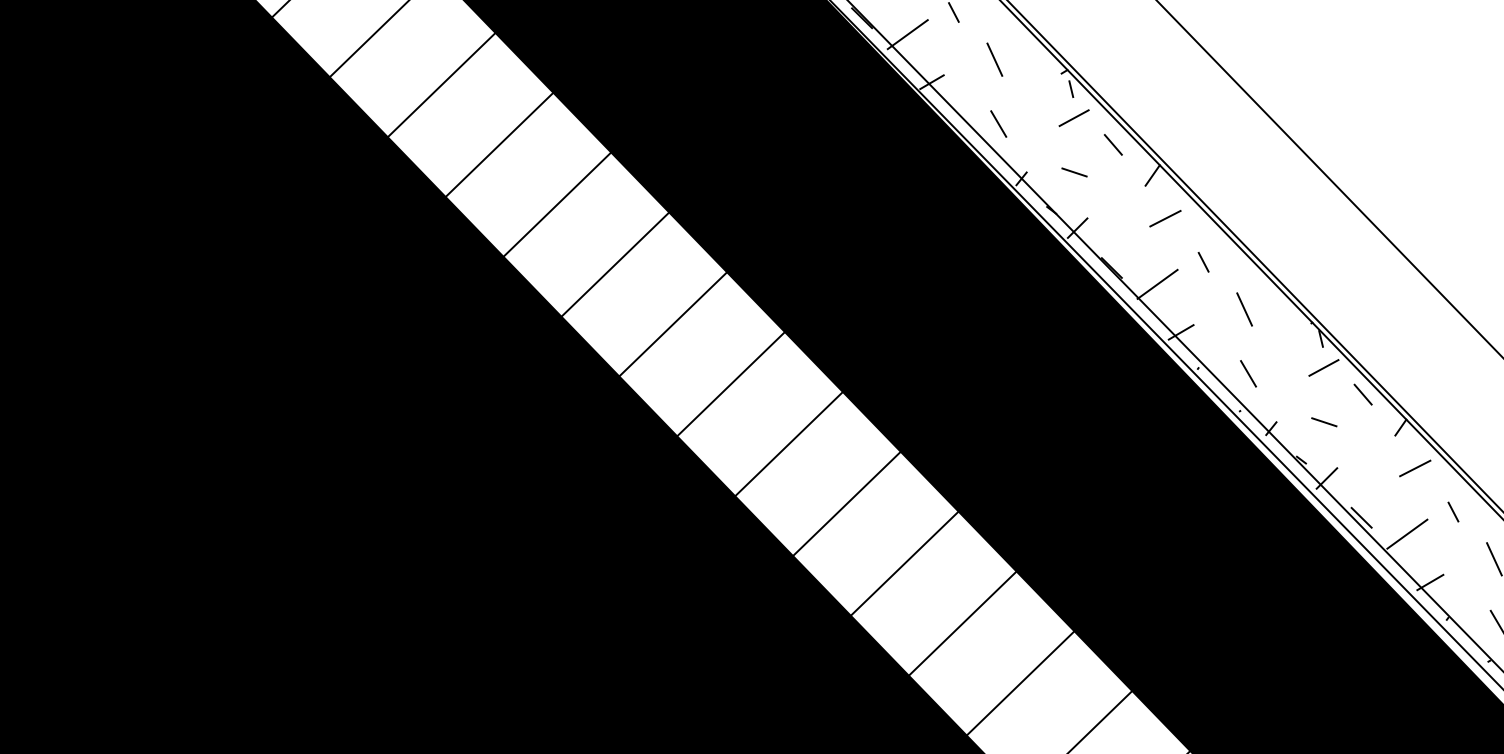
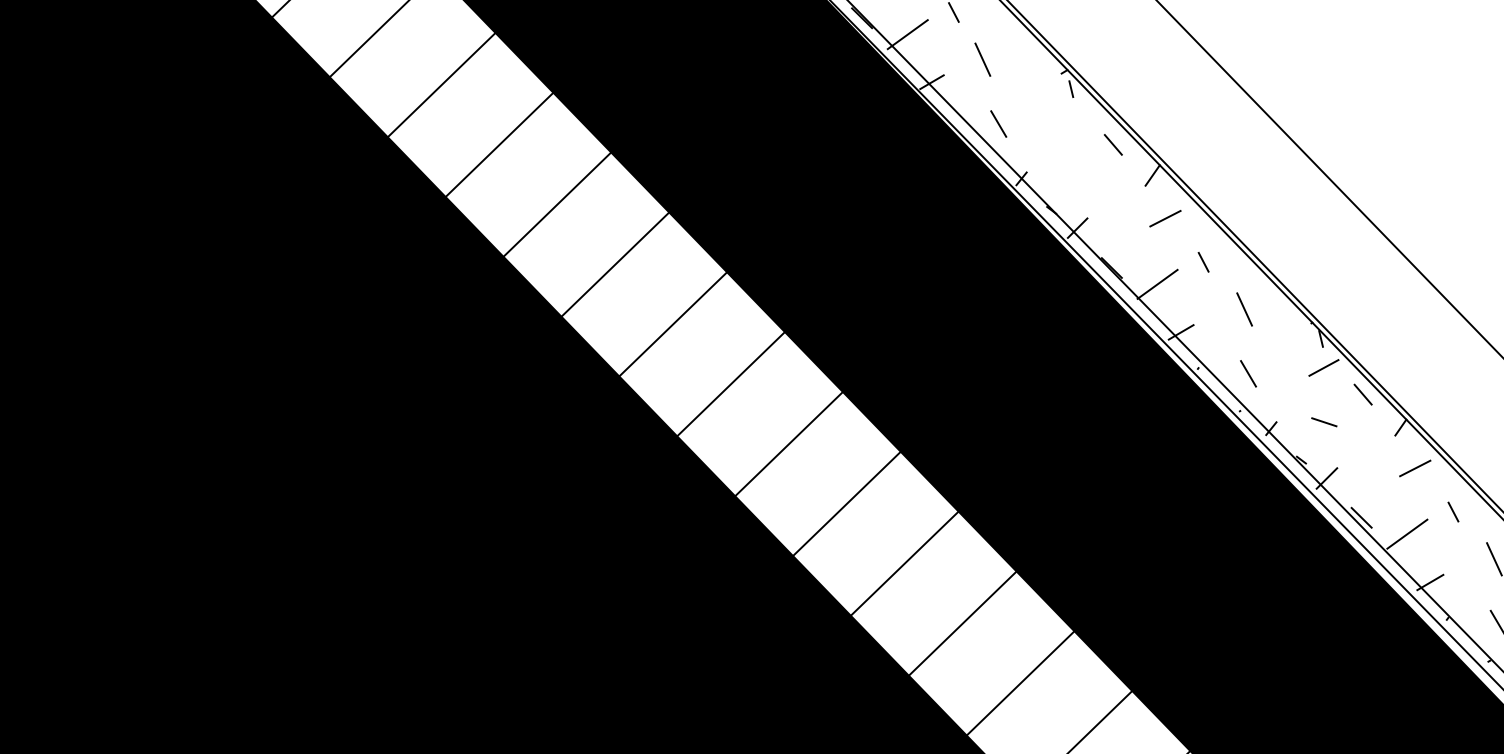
line at (994, 59) position: (994, 59) -> (982, 59)
line at (1073, 118): present -> none
line at (1074, 172): present -> none
